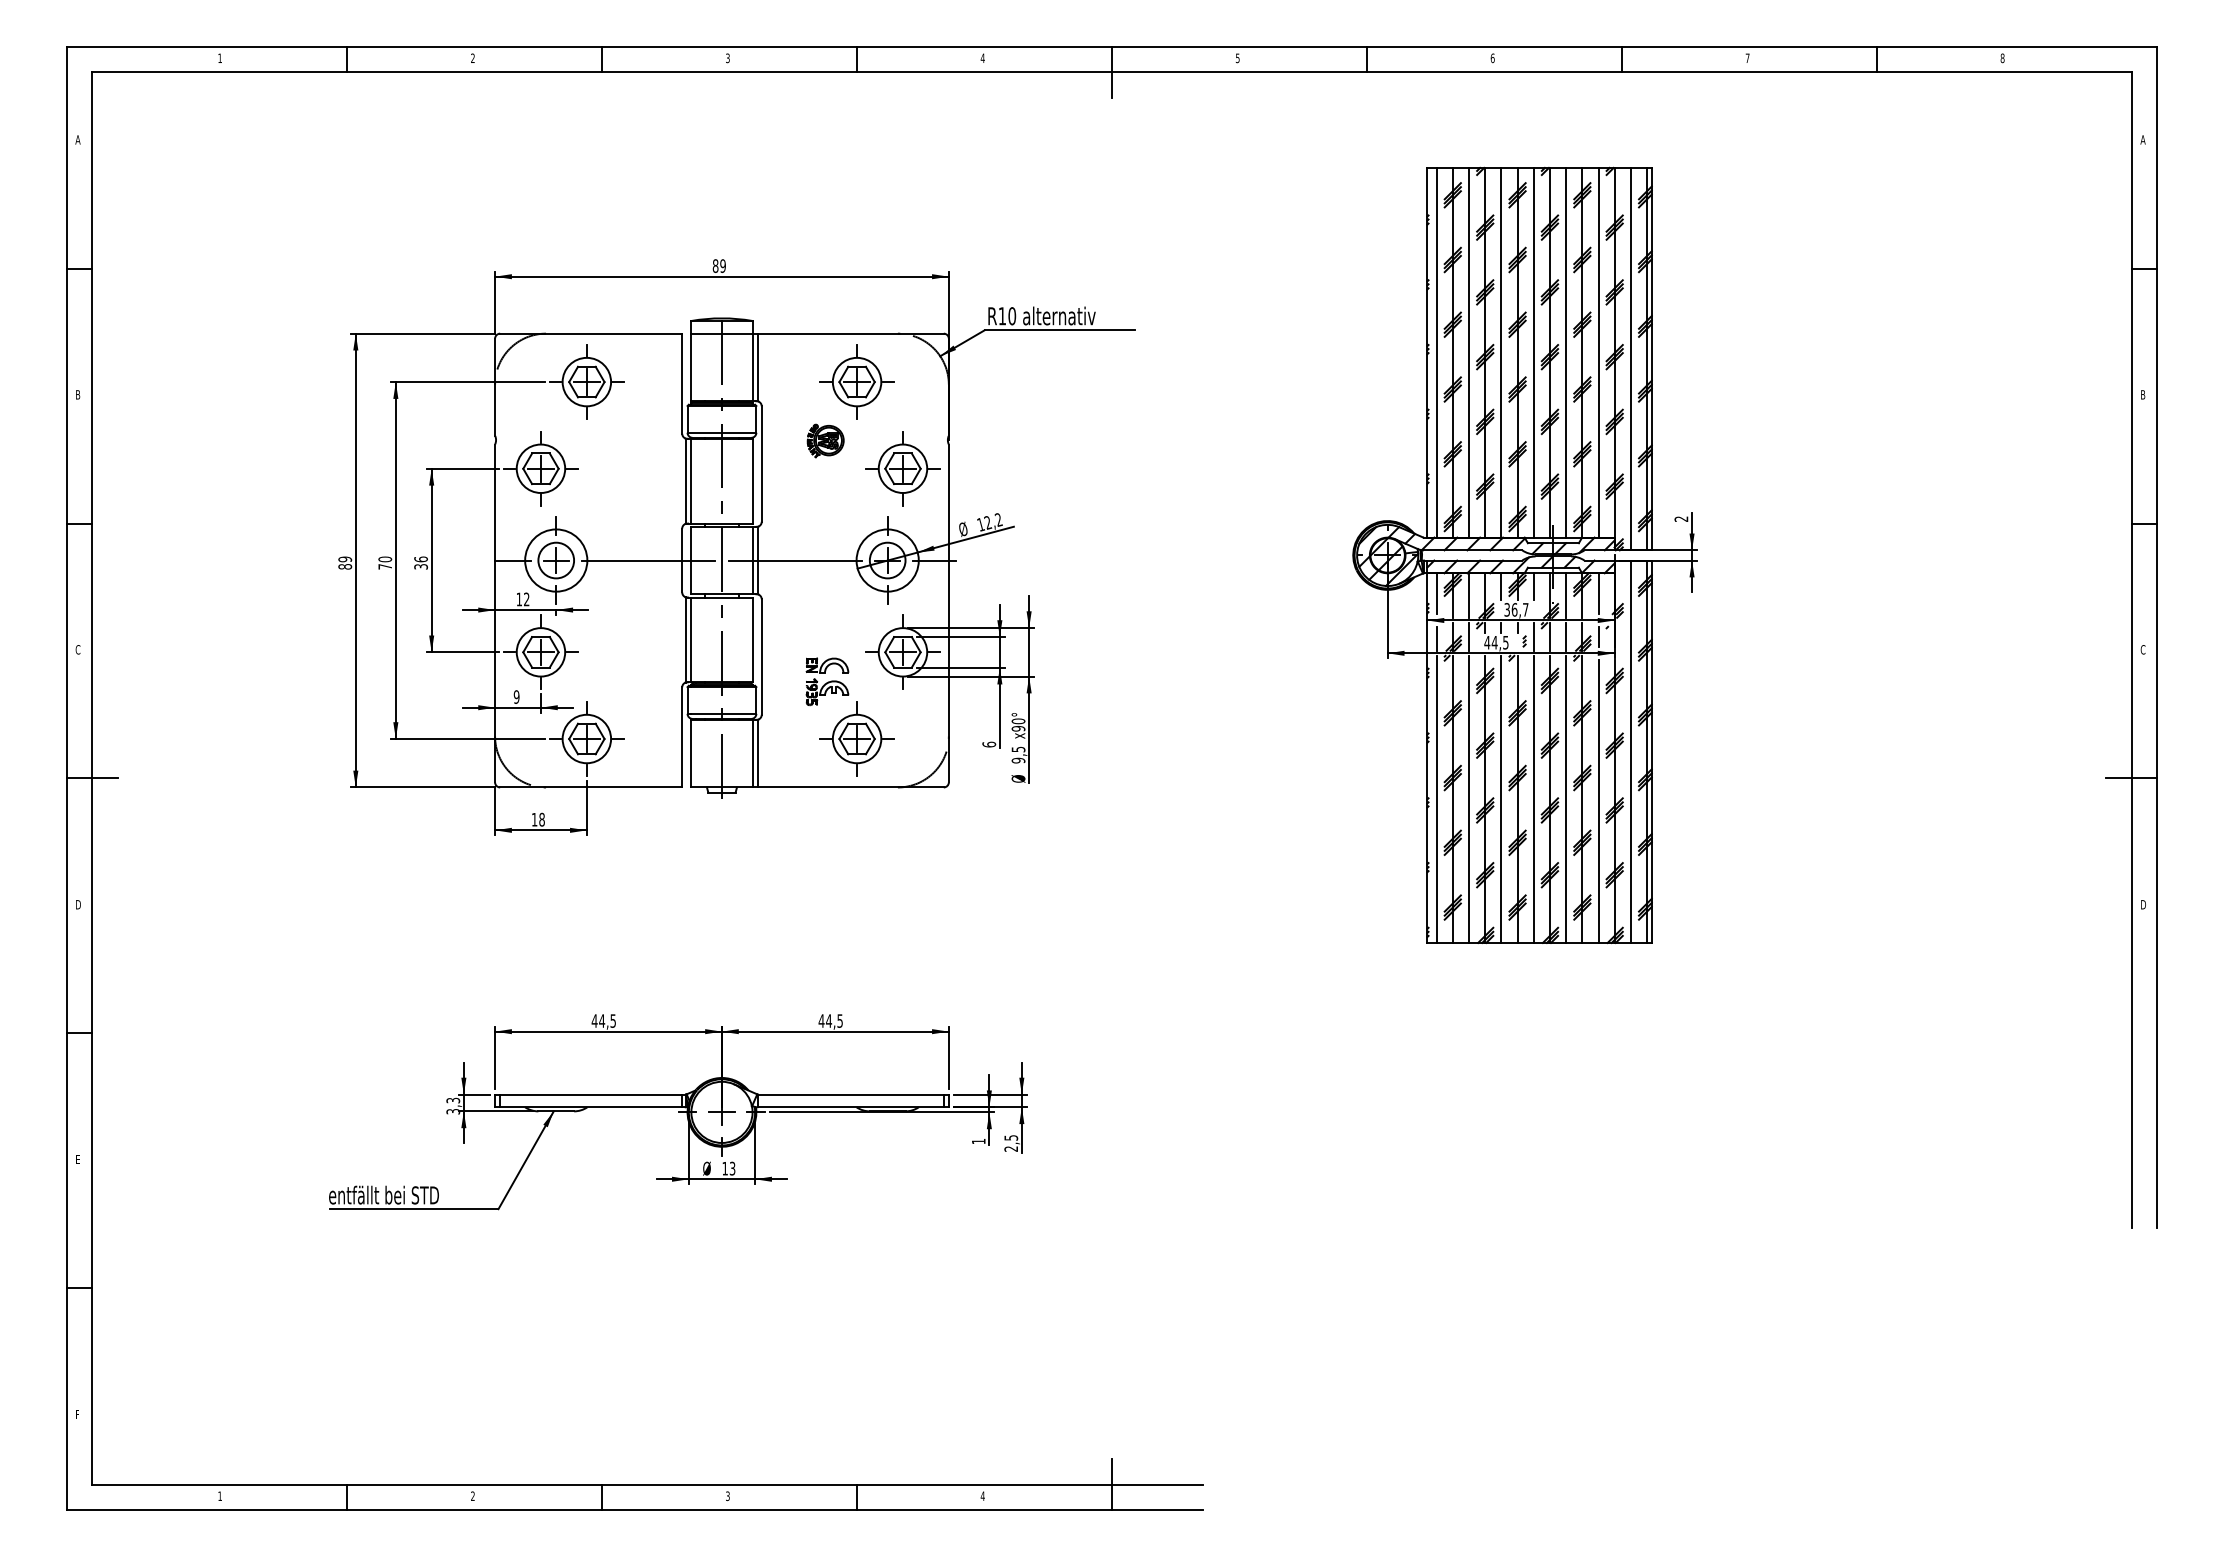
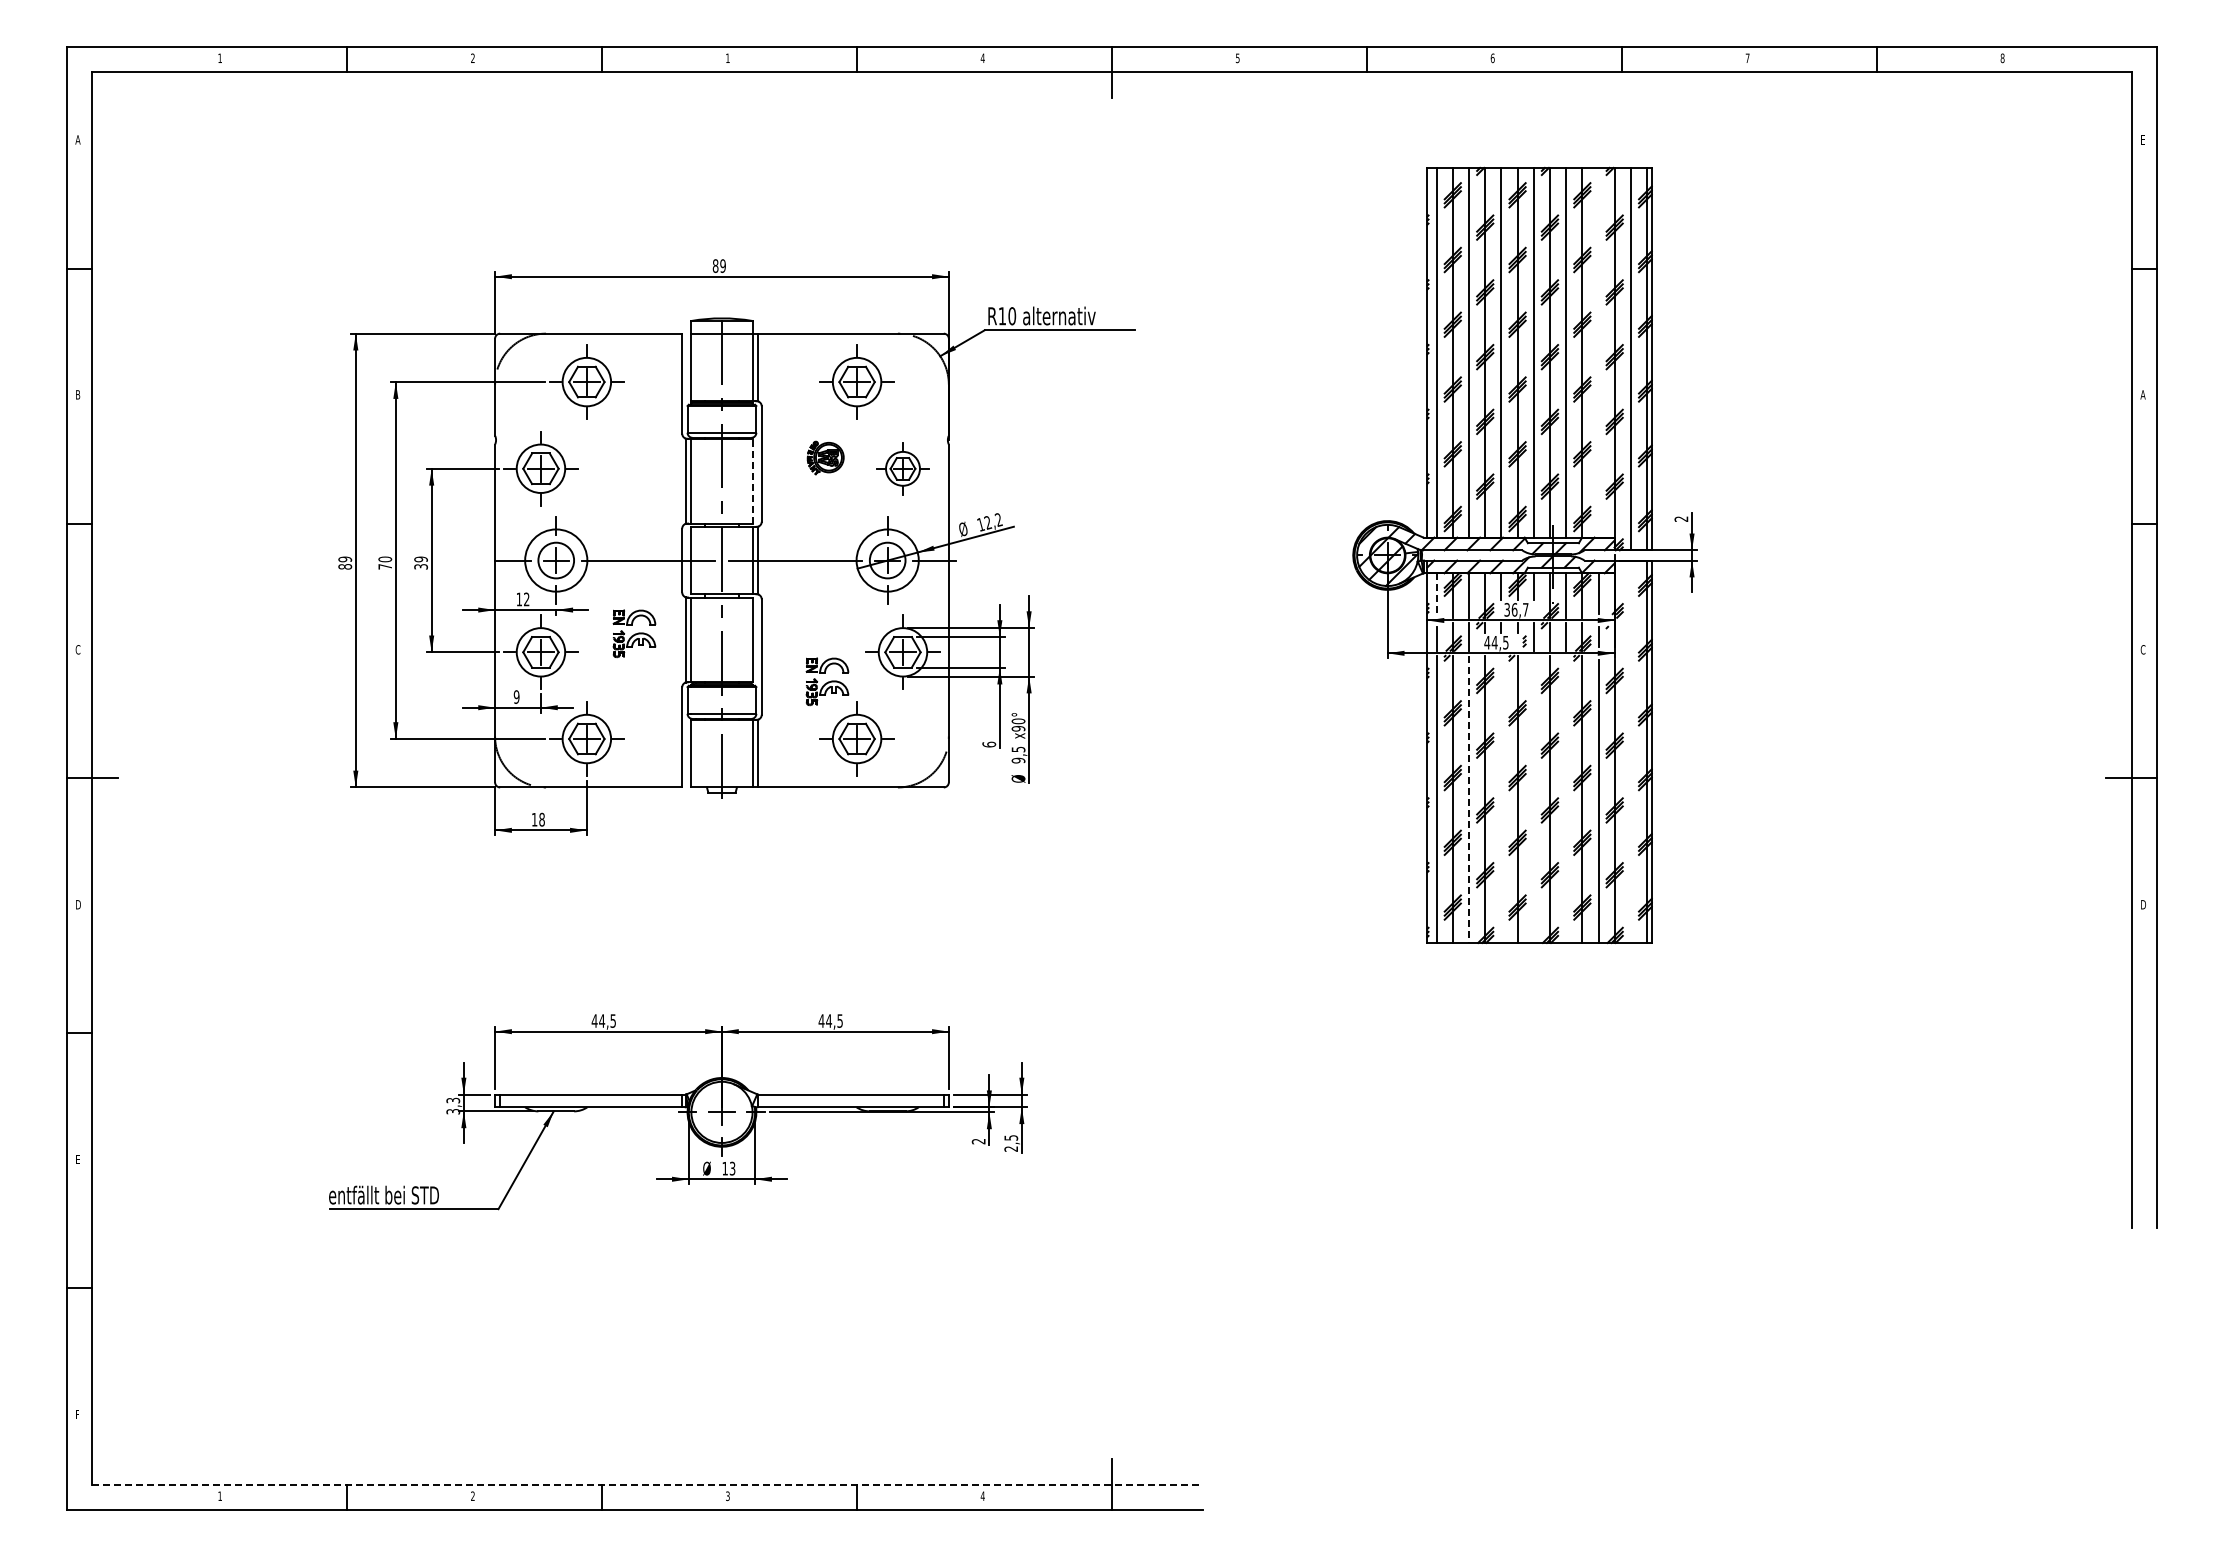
text at (727, 58): 3 -> 1
text at (2142, 139): A -> E
line at (1598, 352): present -> none
text at (2142, 394): B -> A
part at (825, 440) position: (825, 440) -> (825, 457)
part at (902, 468) size: 76x76 px -> 54x54 px
line at (752, 480): solid -> dashed
text at (420, 559): 36 -> 39
line at (1436, 594): solid -> dashed
part at (634, 633): none -> present
line at (1630, 751): present -> none
line at (1501, 798): present -> none
line at (1533, 798): present -> none
line at (1566, 798): present -> none
line at (1469, 799): solid -> dashed
text at (978, 1141): 1 -> 2
line at (647, 1484): solid -> dashed
